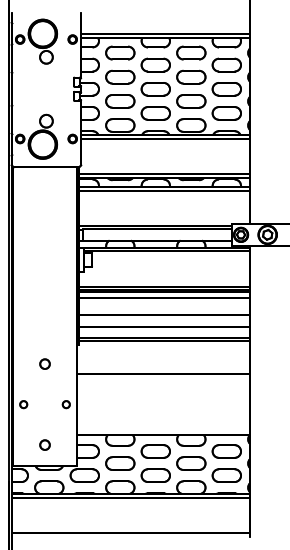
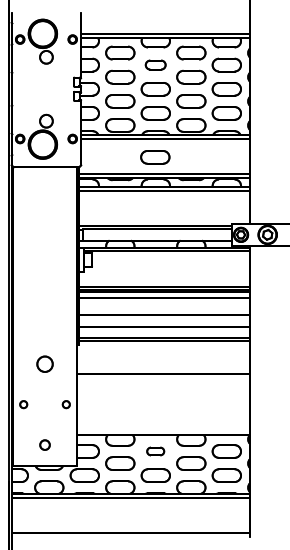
part at (155, 64) size: 31x16 px -> 23x12 px
part at (155, 157): none -> present
circle at (44, 363) size: 12x12 px -> 18x18 px
part at (155, 451) size: 31x15 px -> 20x11 px
